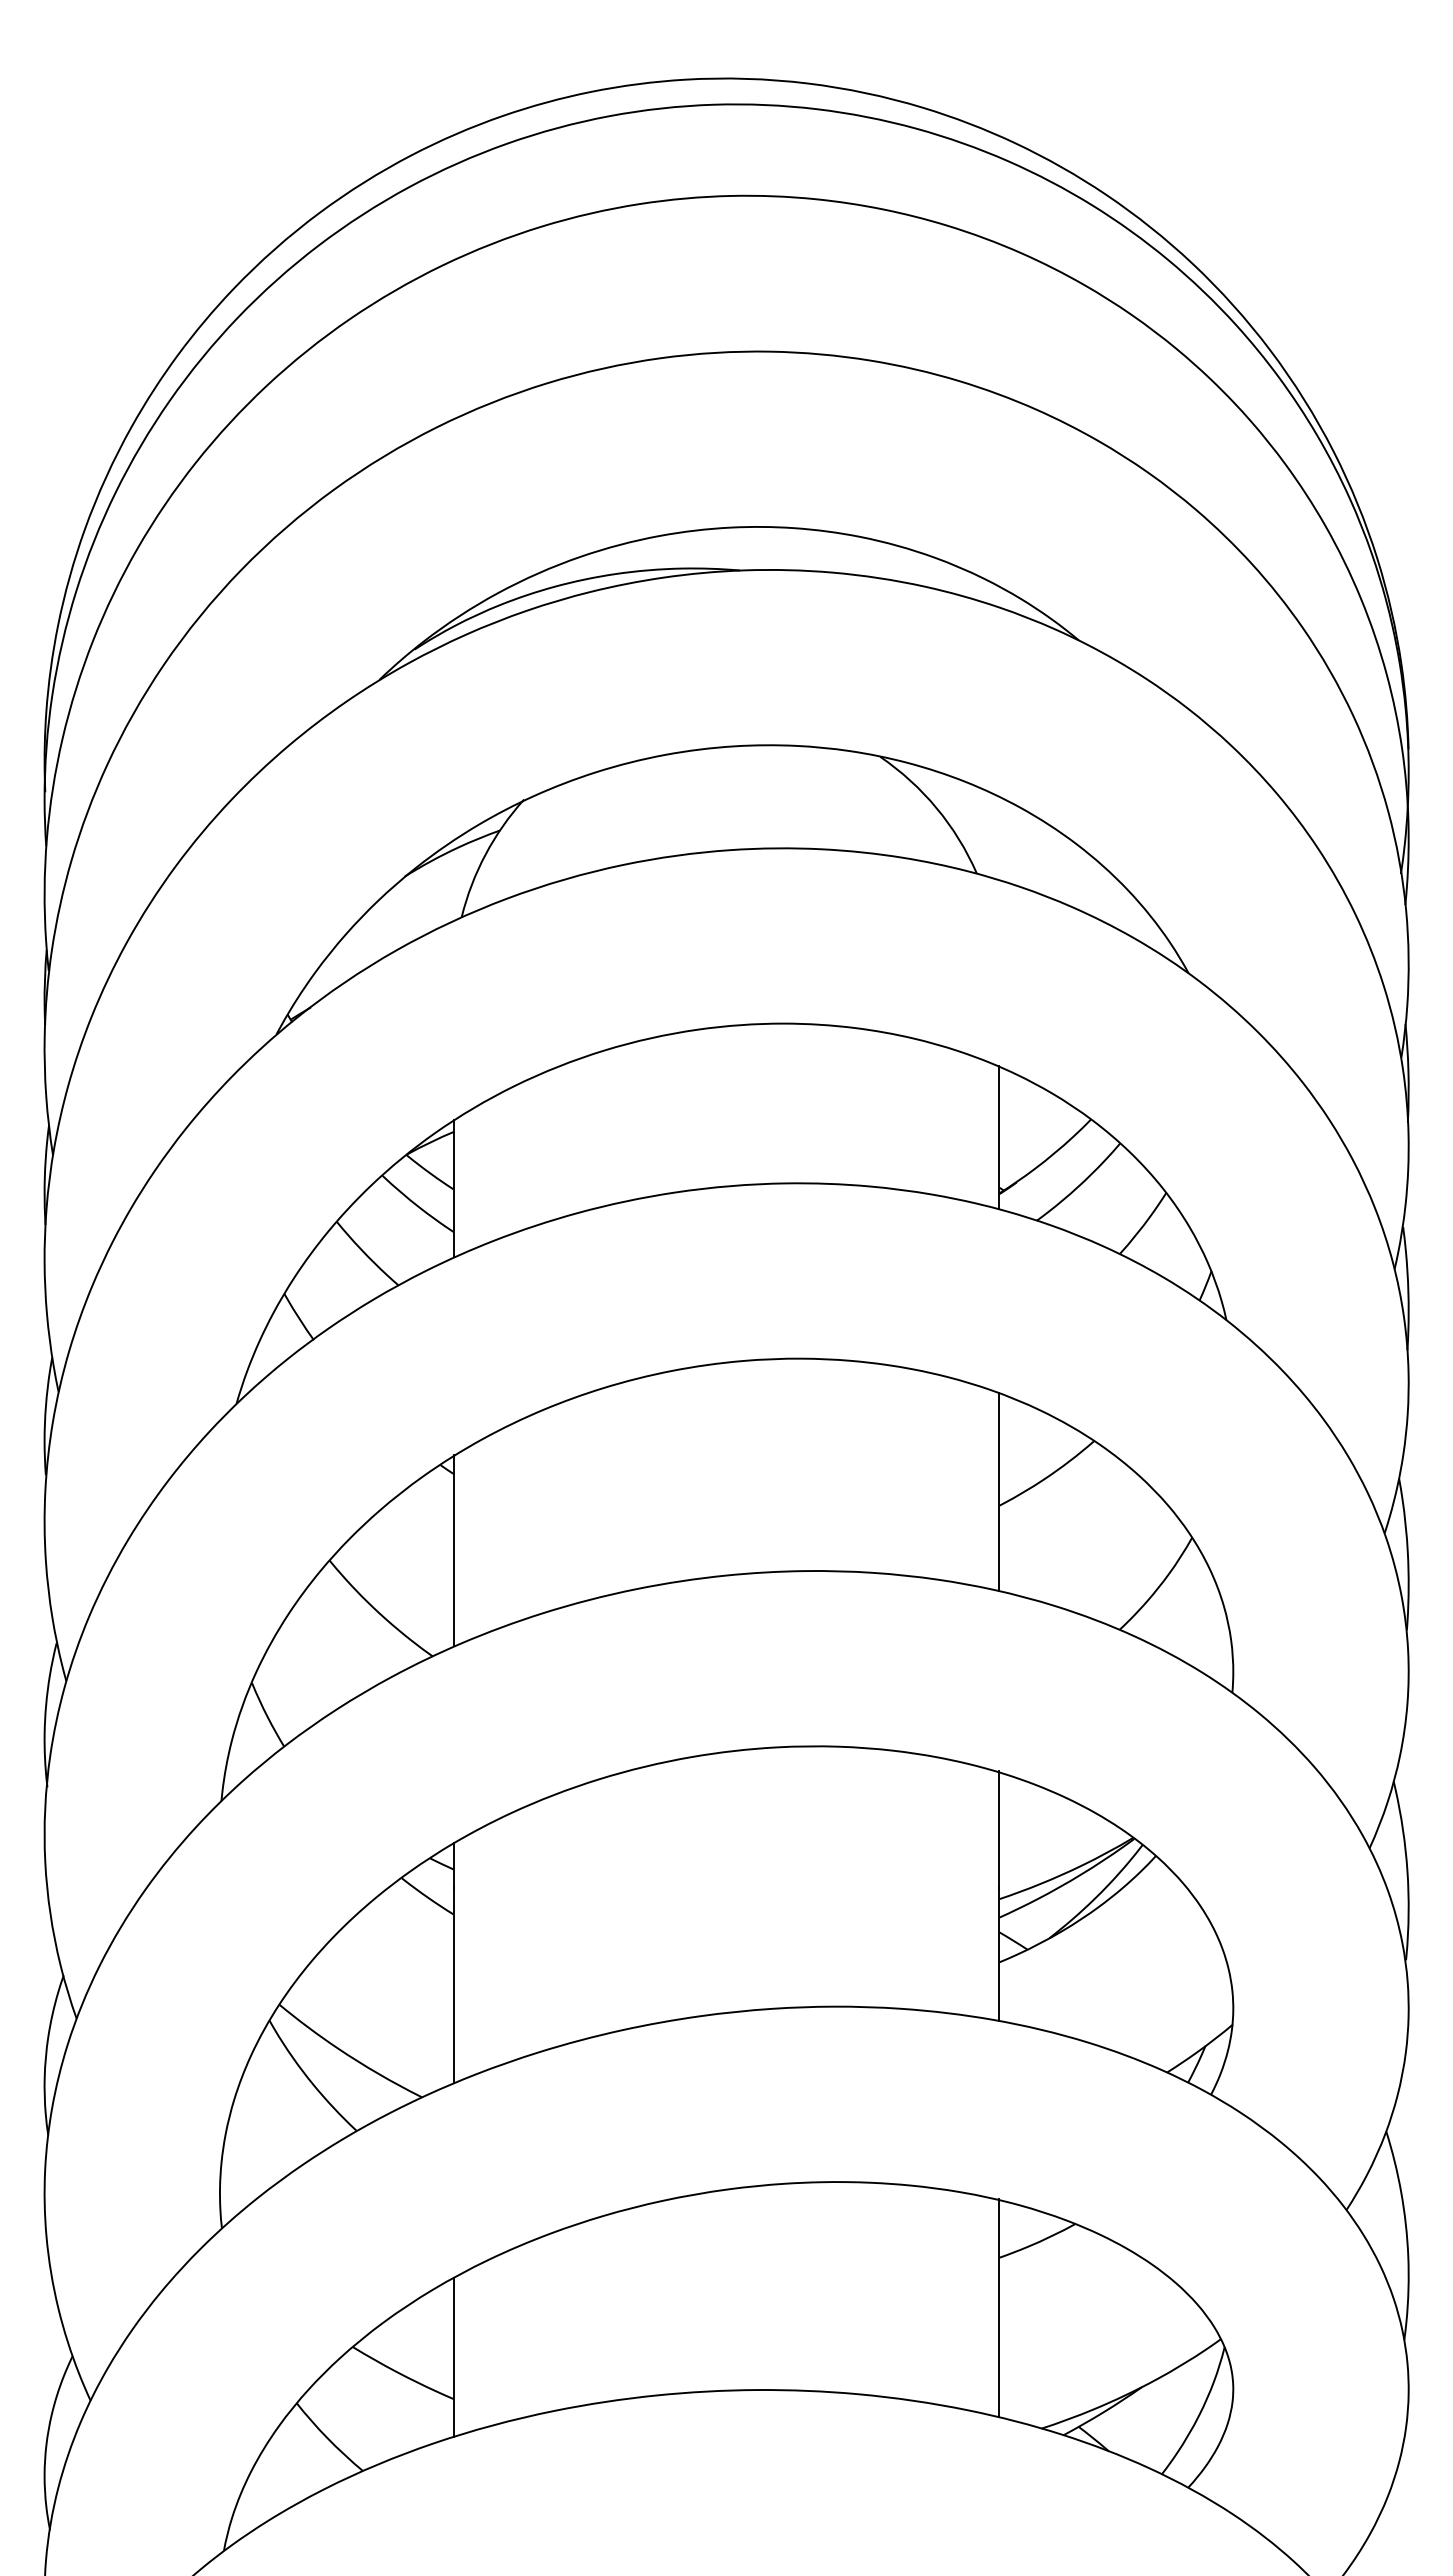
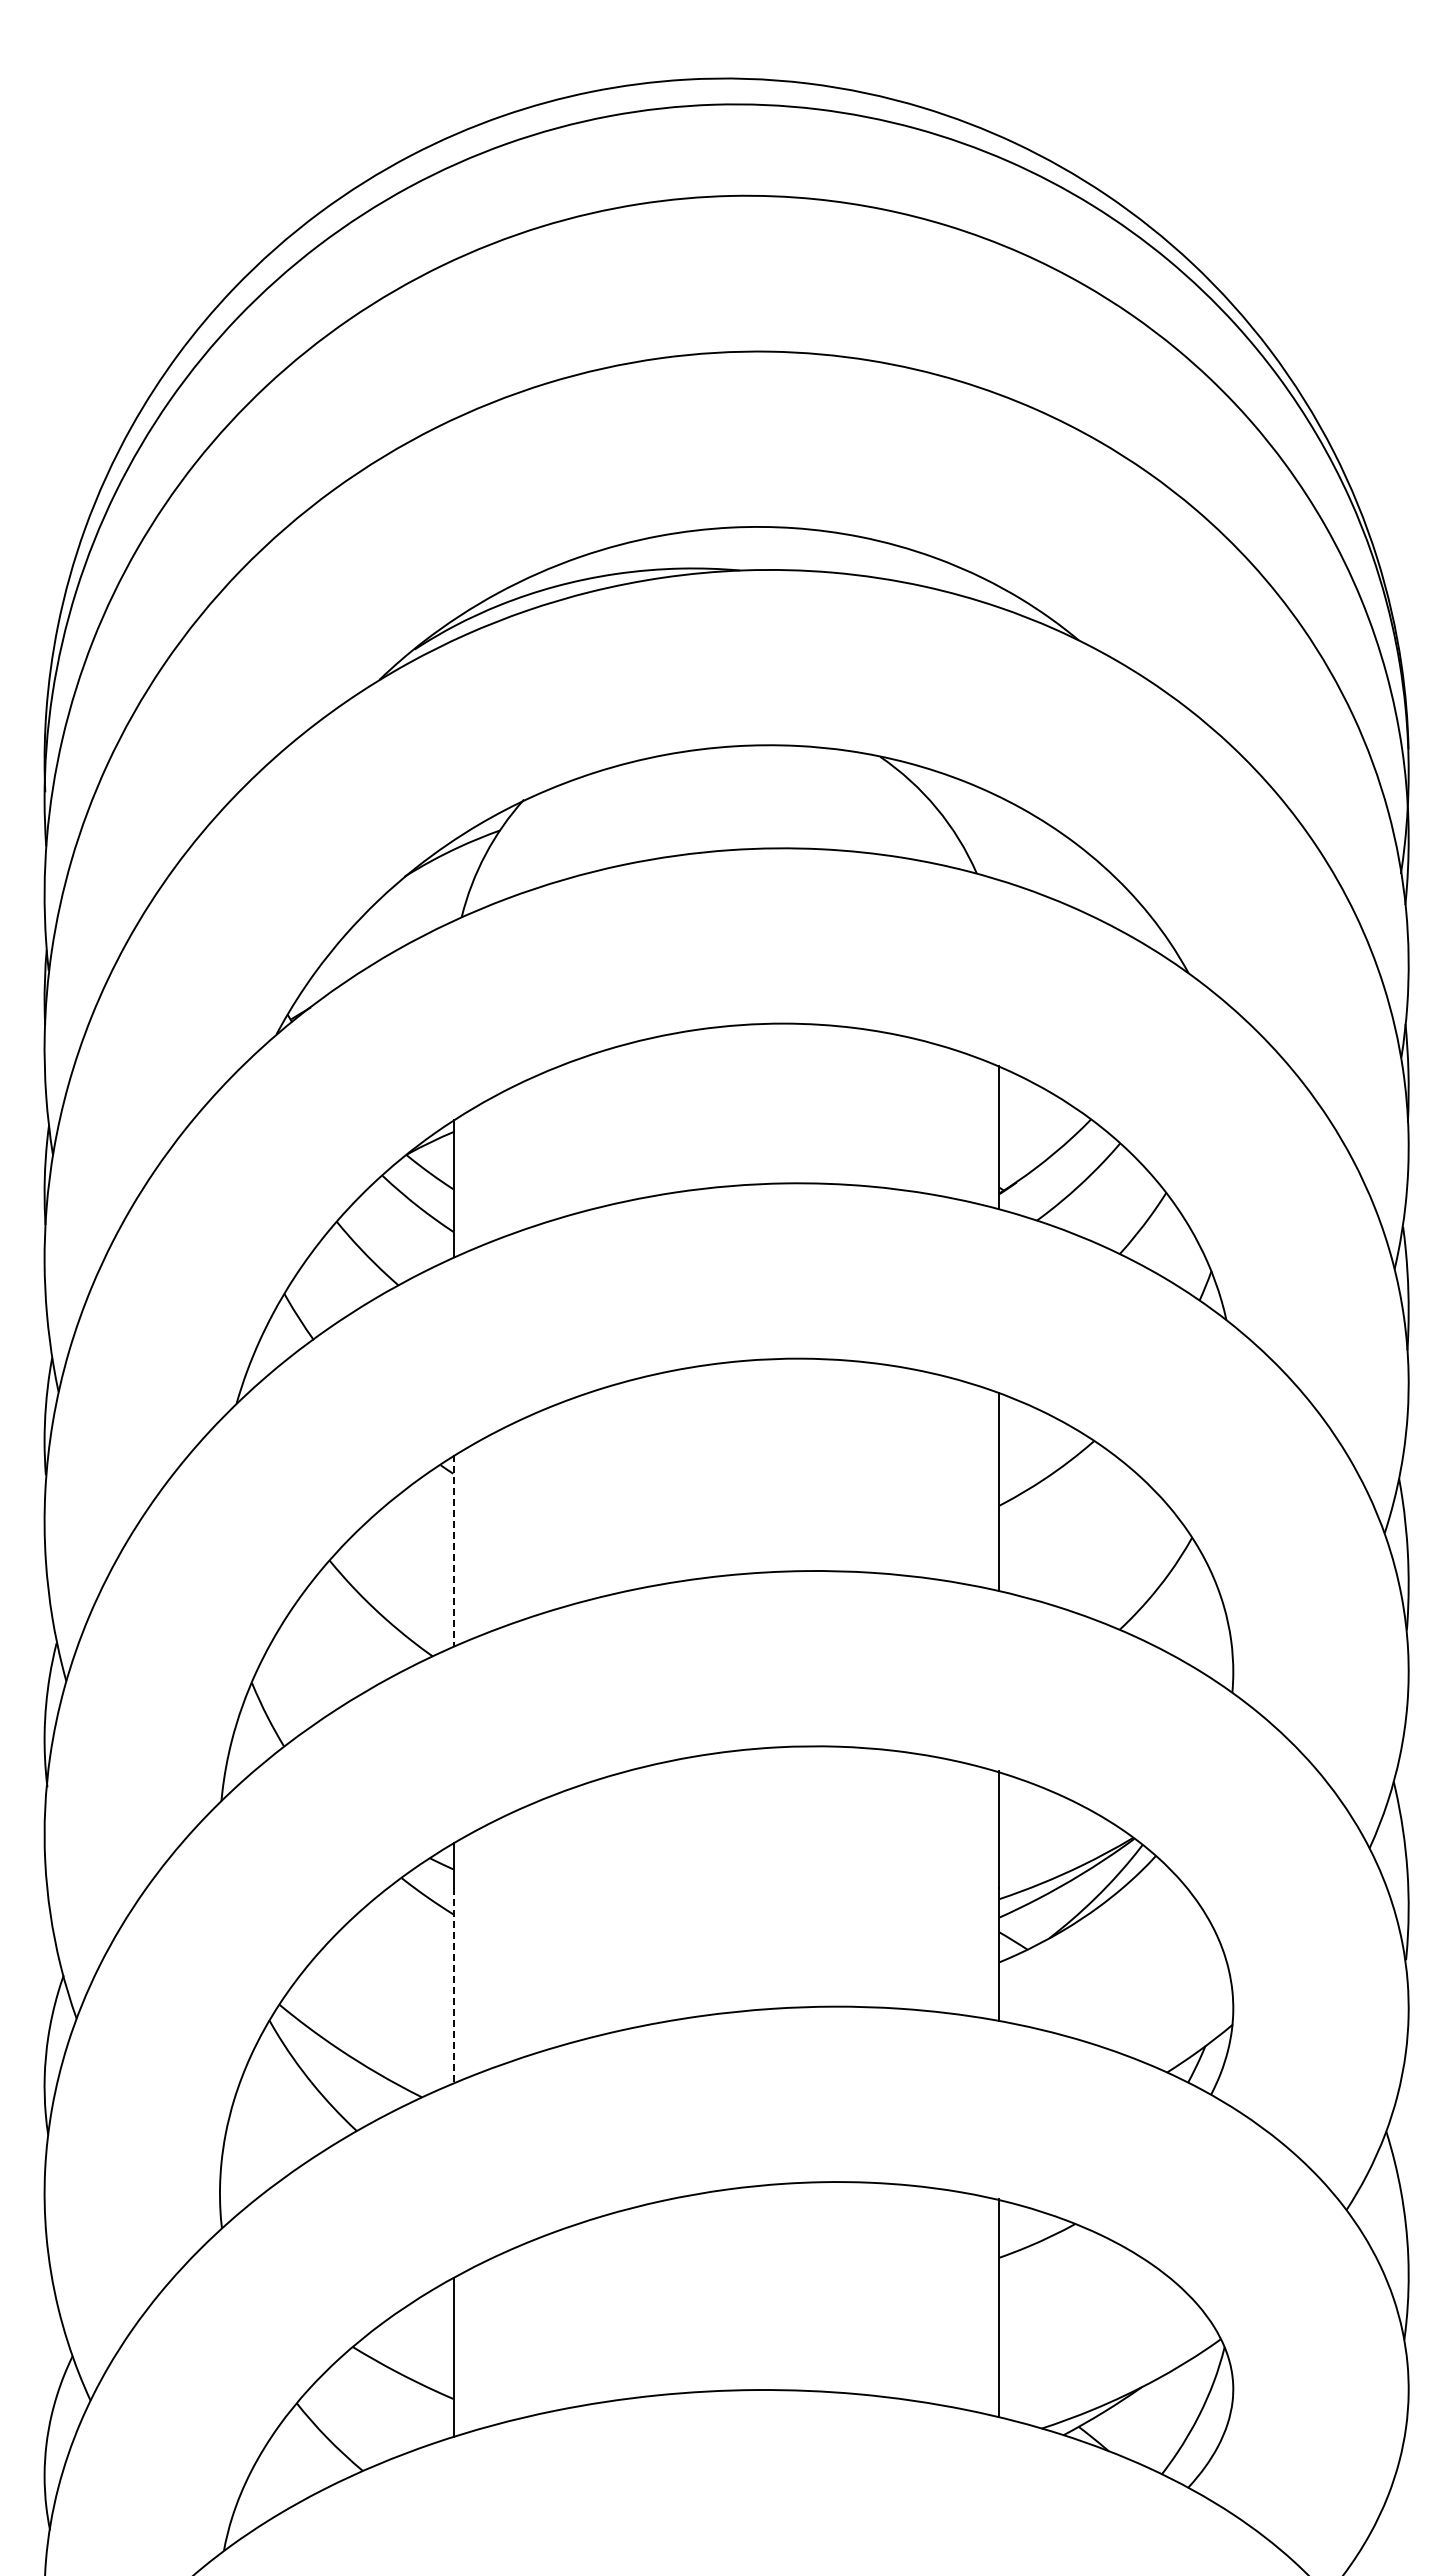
line at (453, 1551): solid -> dashed
line at (453, 1985): solid -> dashed
